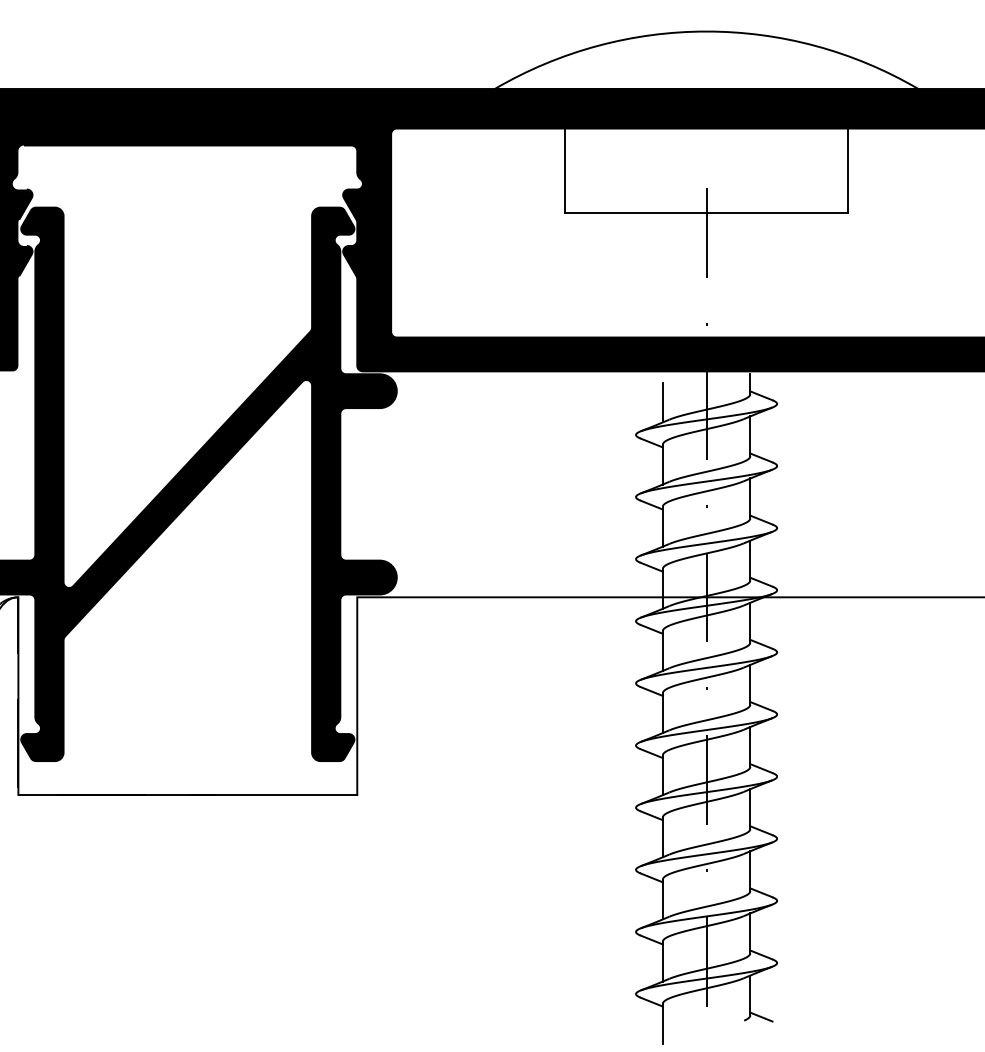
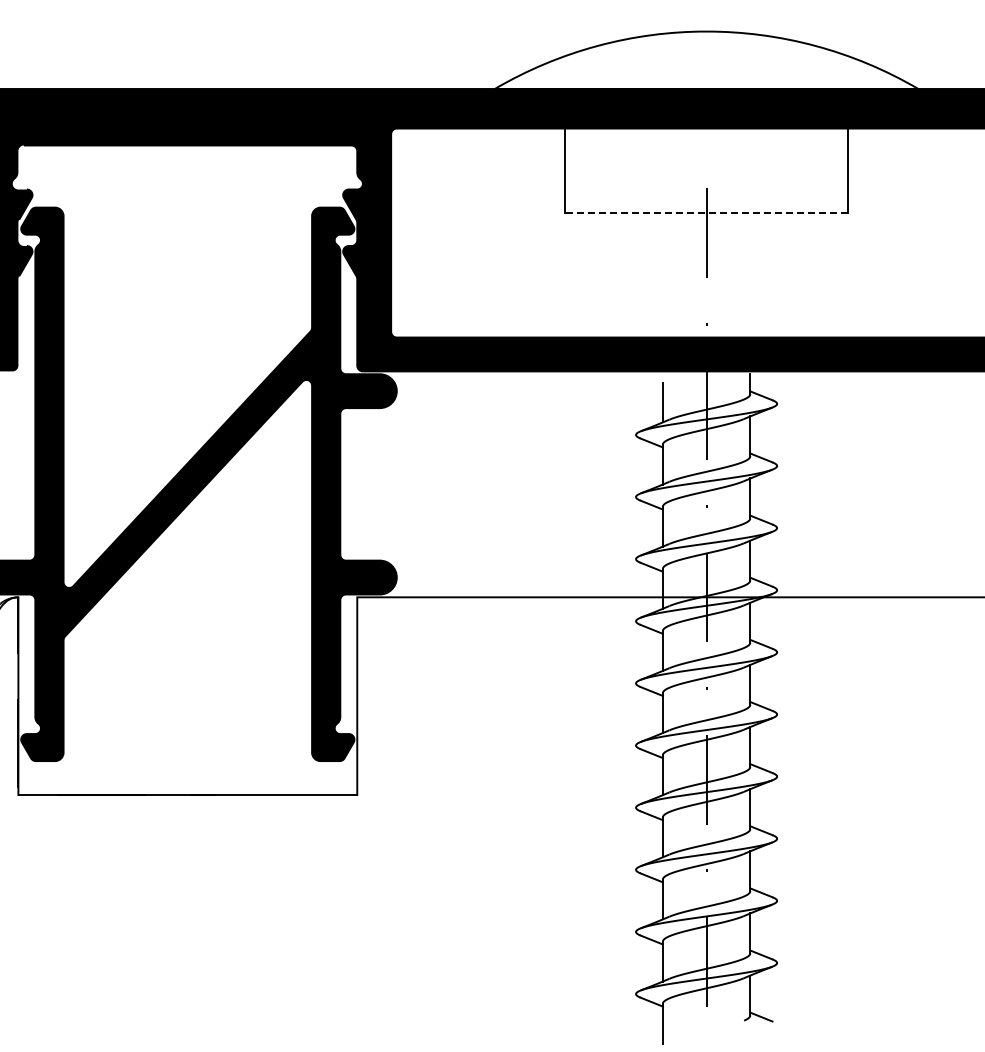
line at (706, 213): solid -> dashed
